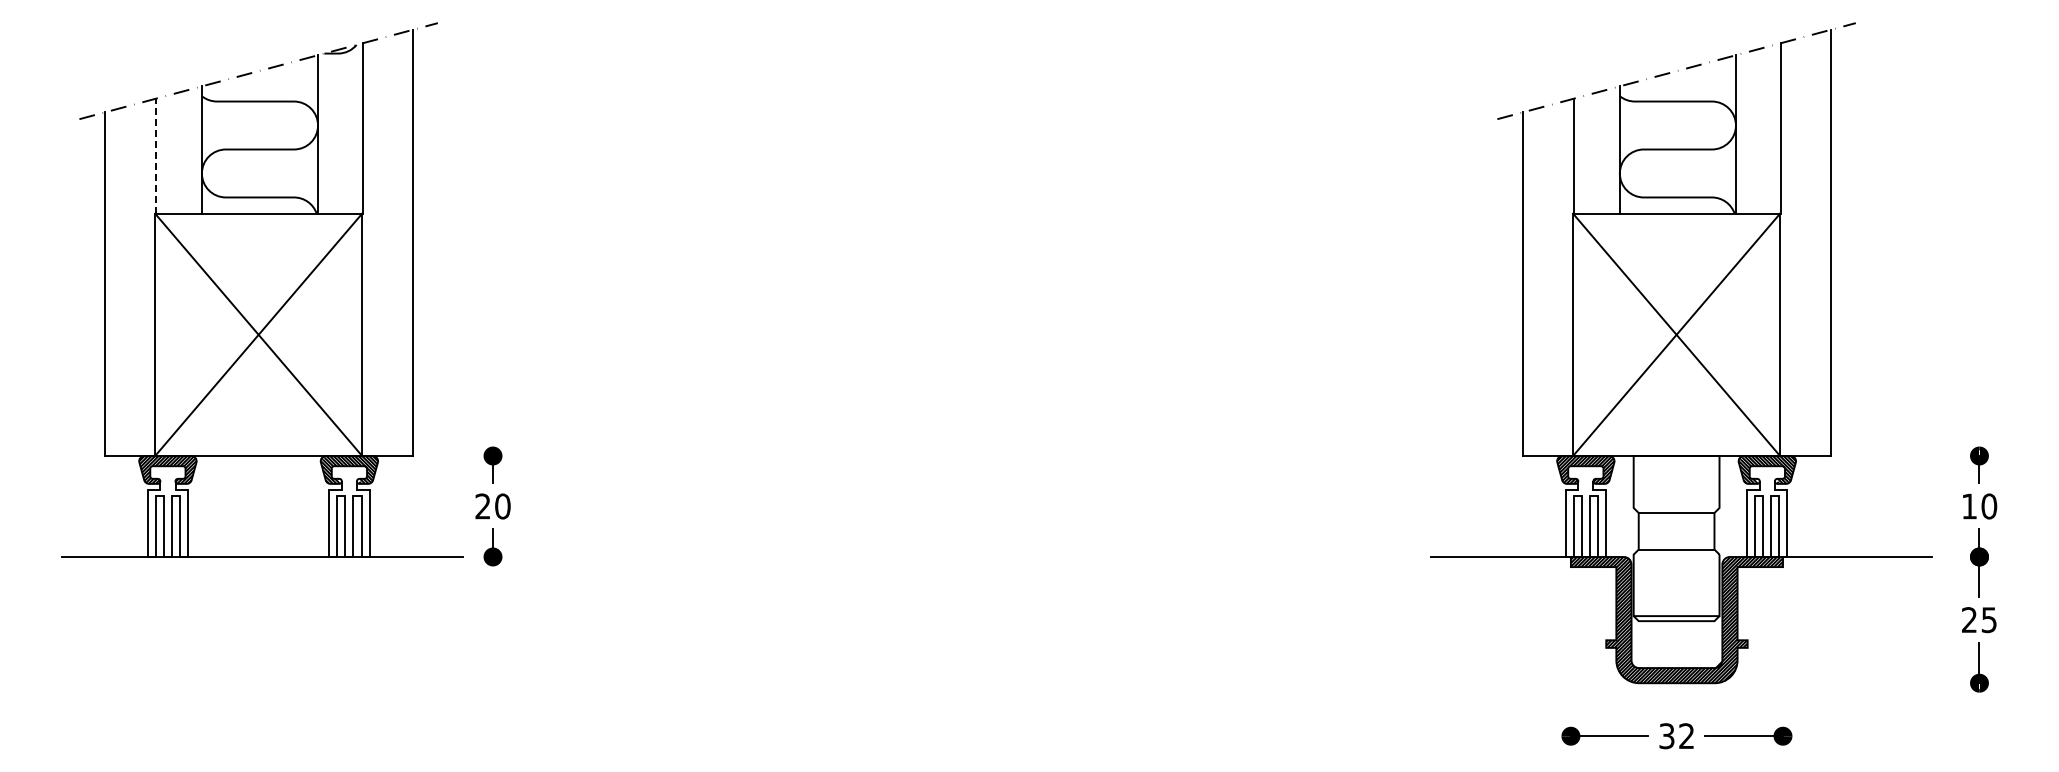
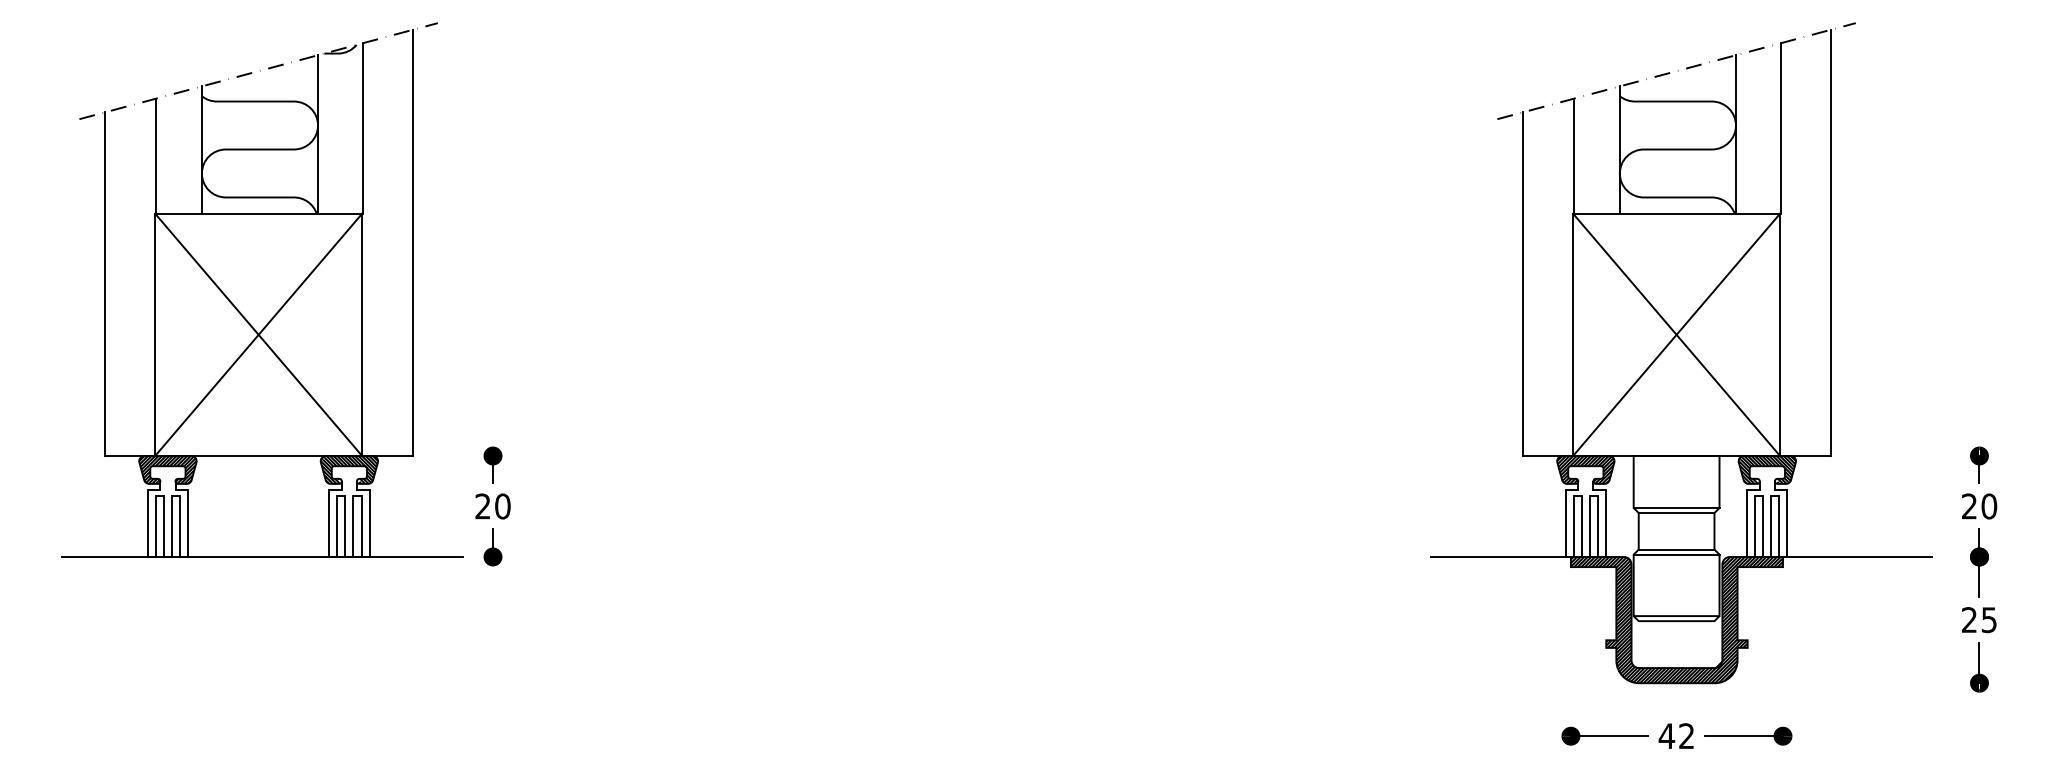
line at (156, 156): dashed -> solid
text at (1969, 506): 10 -> 20
line at (1676, 507): none -> present
line at (1676, 554): none -> present
text at (1666, 736): 32 -> 42
